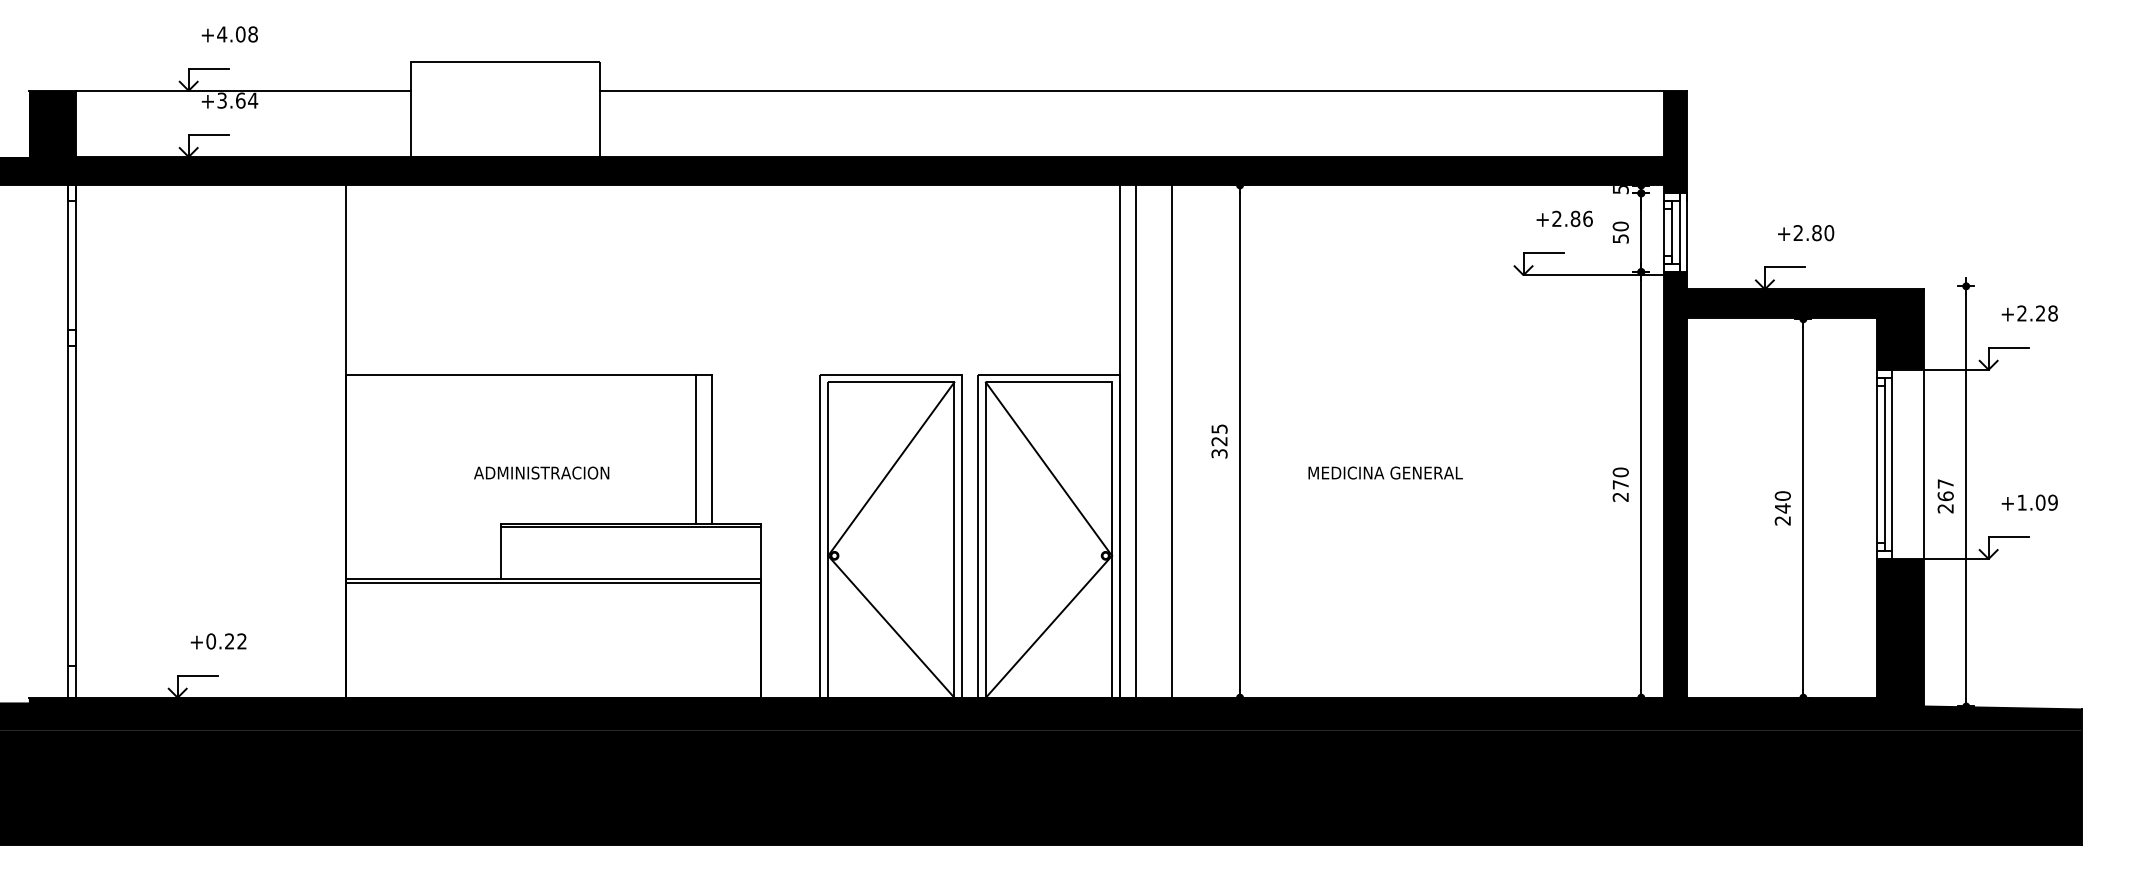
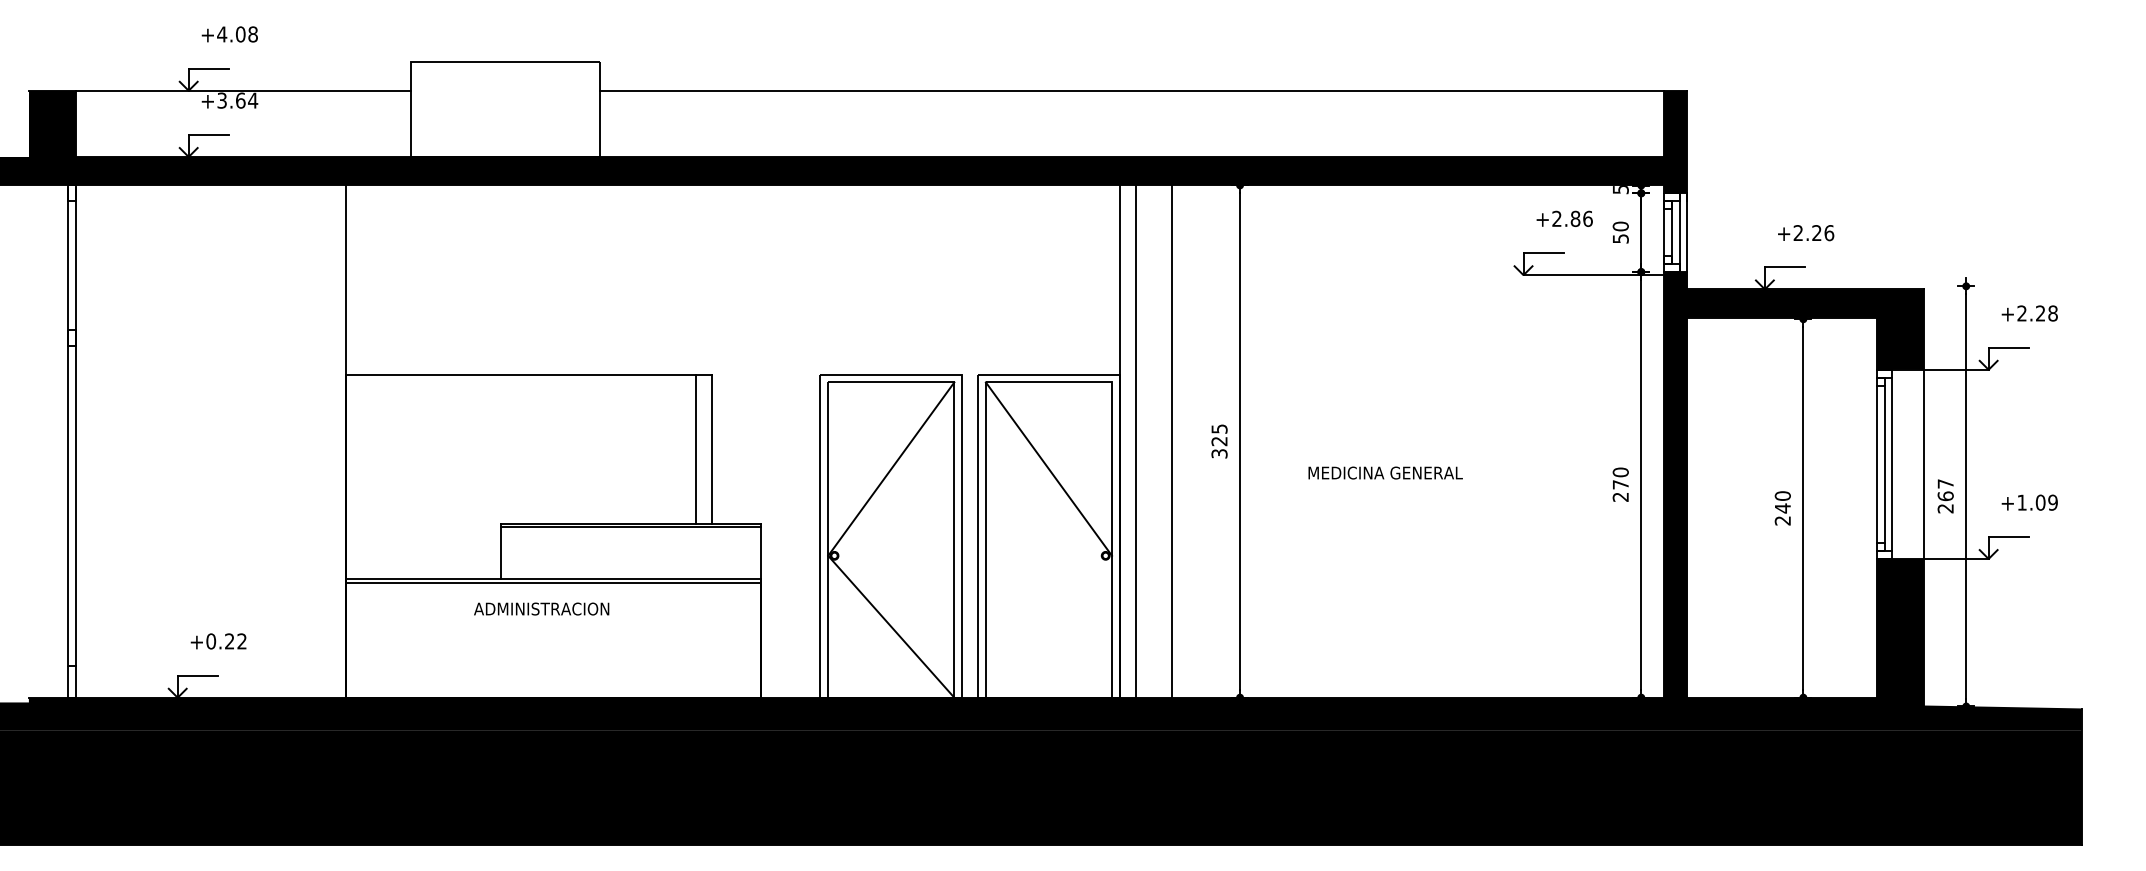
text at (1823, 233): +2.80 -> +2.26
text at (541, 472) position: (541, 472) -> (541, 608)
line at (1048, 626): present -> none
